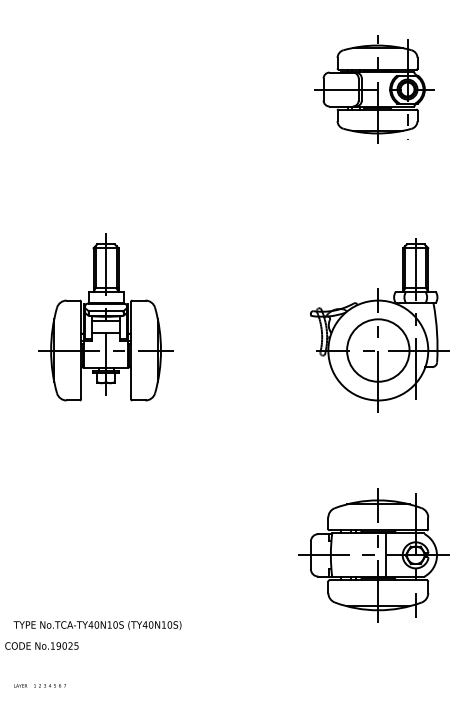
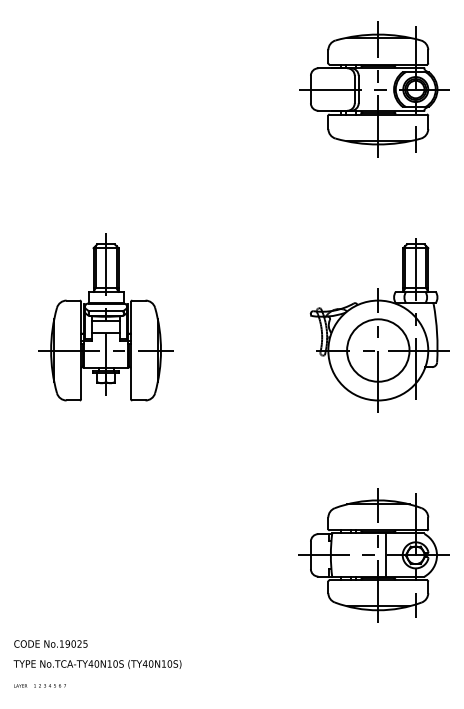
part at (374, 89) size: 121x109 px -> 151x137 px
text at (97, 625) position: (97, 625) -> (97, 664)
text at (41, 645) position: (41, 645) -> (50, 643)
